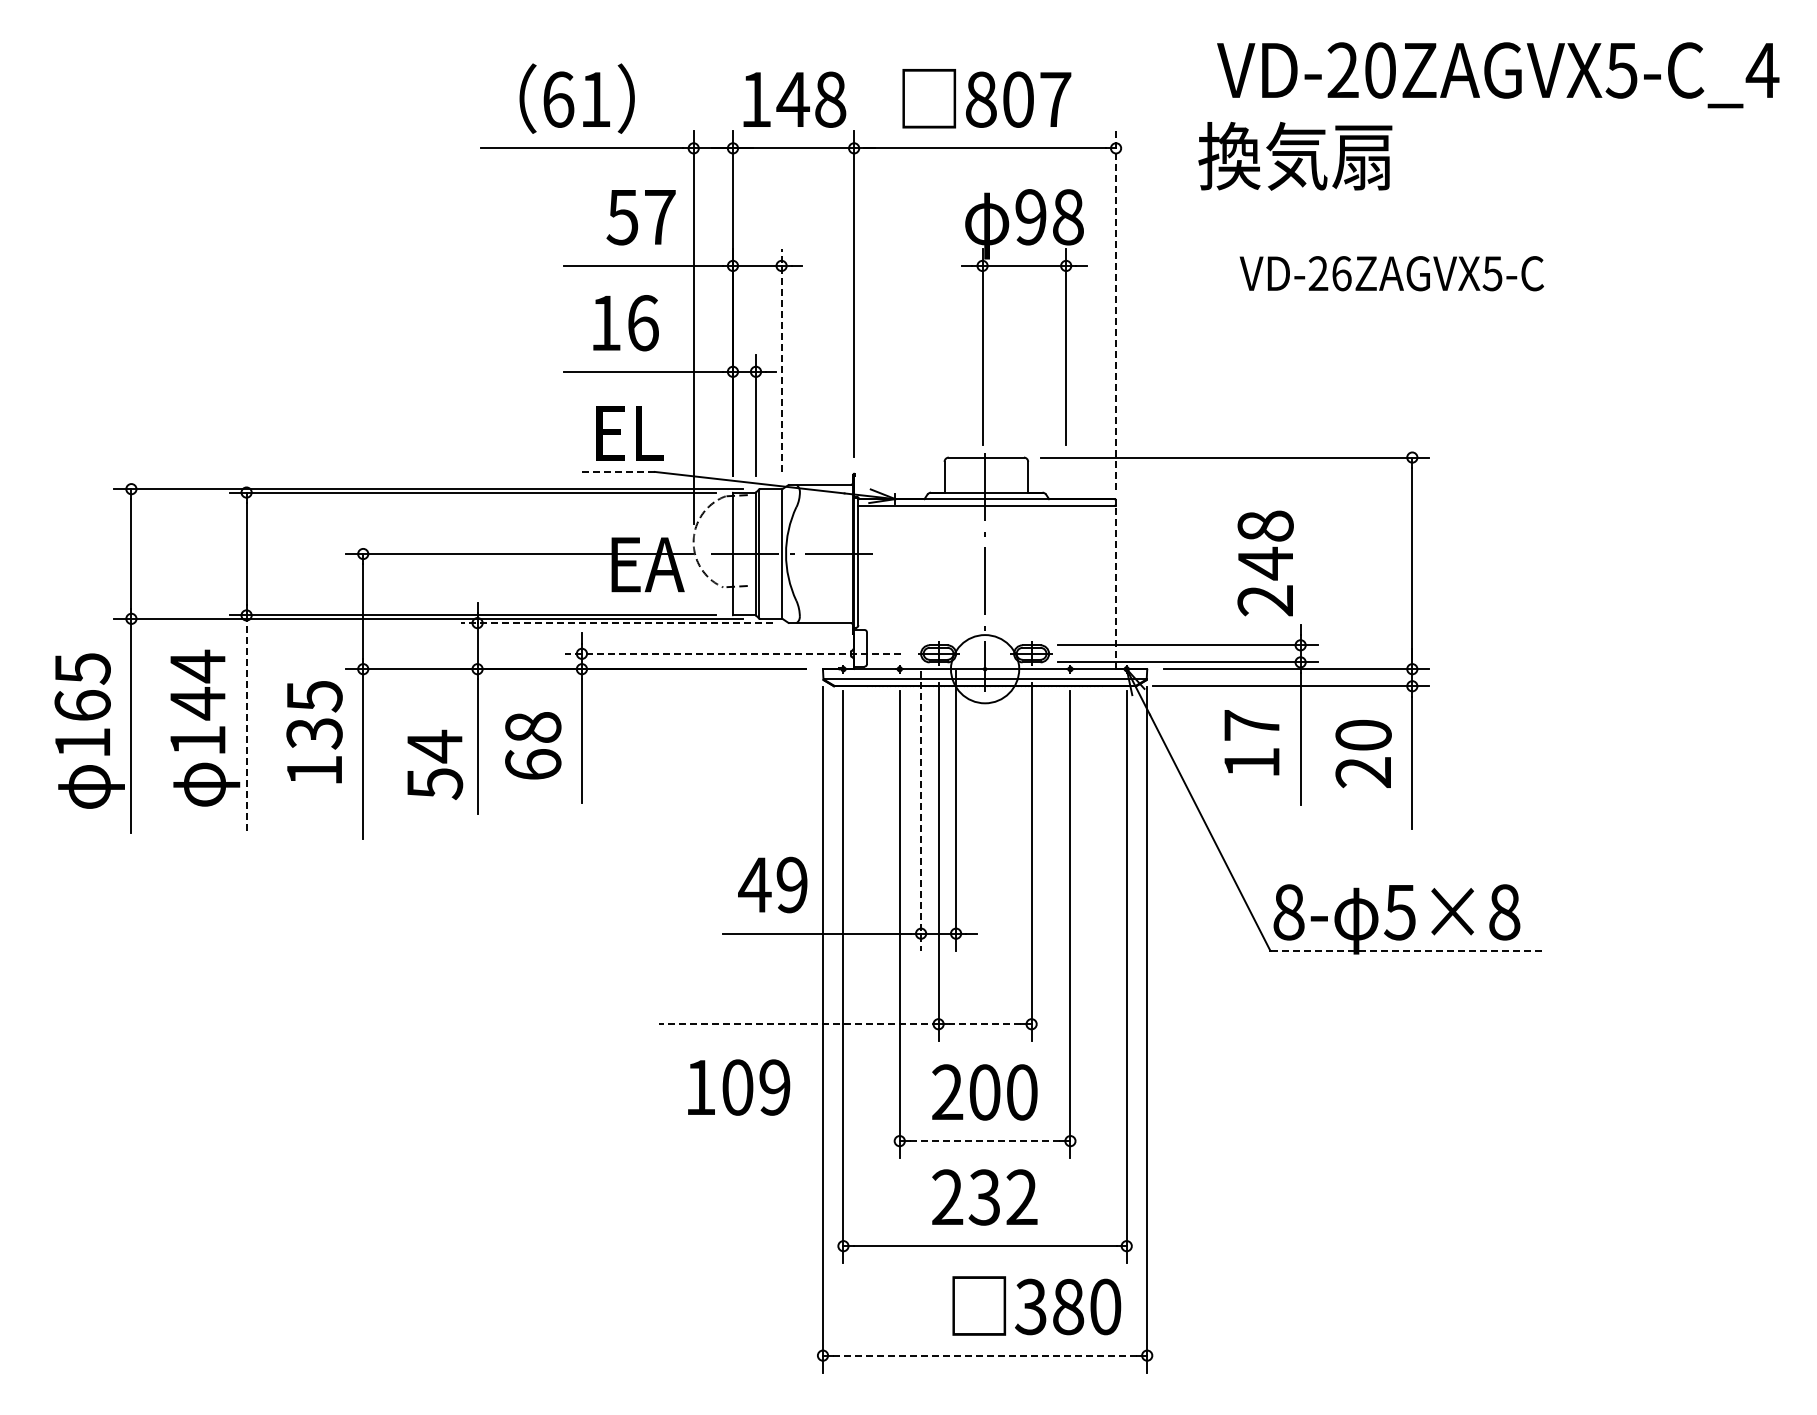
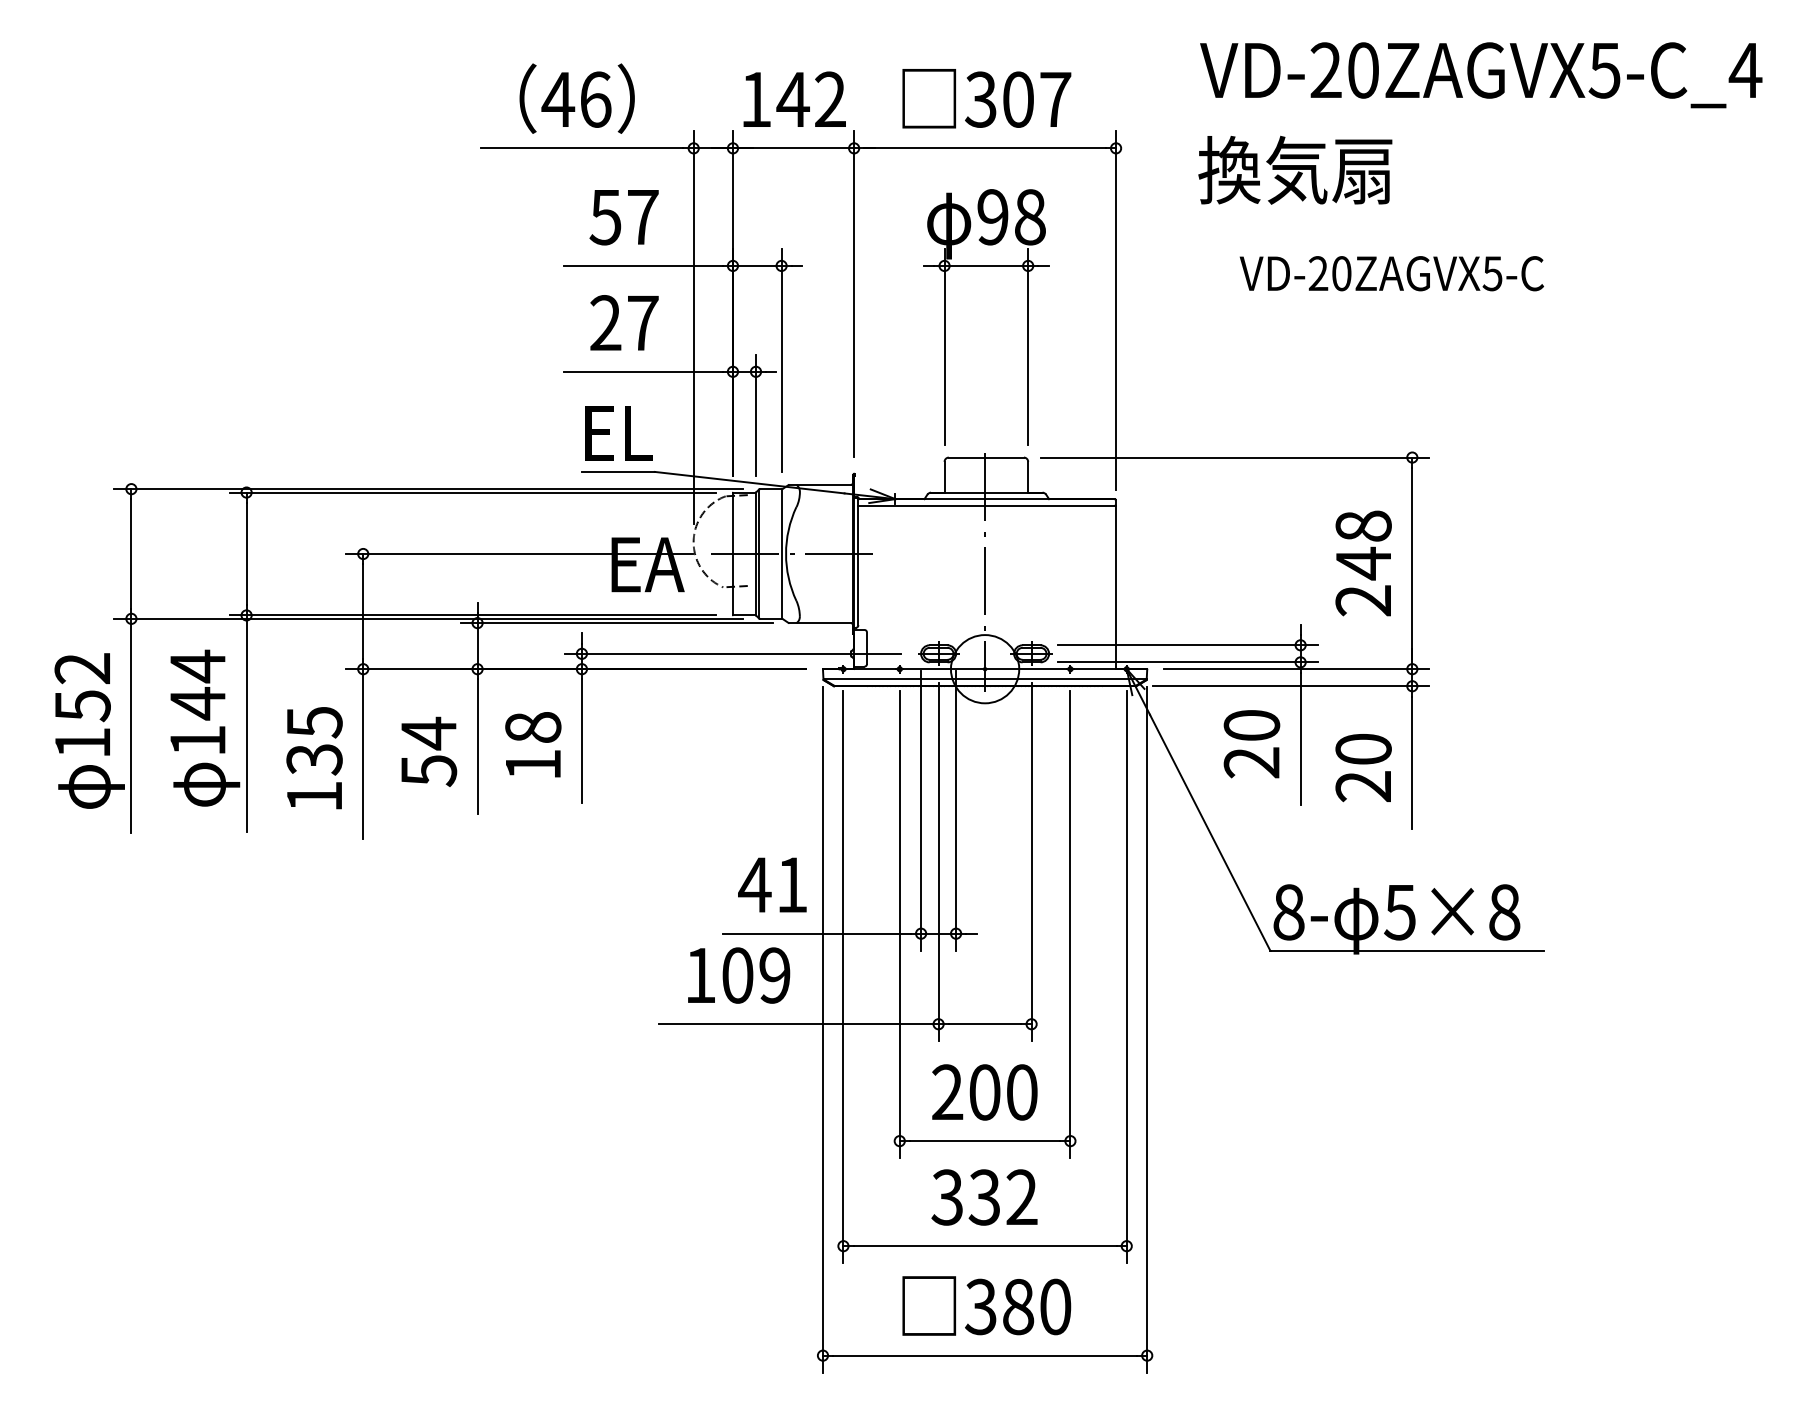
text at (1498, 75) position: (1498, 75) -> (1481, 75)
text at (576, 99): 61 -> 46
text at (830, 99): 148 -> 142
text at (980, 99): 807 -> 307
text at (1295, 155) position: (1295, 155) -> (1295, 169)
text at (640, 217) position: (640, 217) -> (623, 217)
text at (1341, 273): VD-26ZAGVX5-C -> VD-20ZAGVX5-C
line at (1116, 309): dashed -> solid
part at (983, 317) position: (983, 317) -> (945, 317)
text at (624, 323): 16 -> 27
line at (781, 360): dashed -> solid
text at (629, 433) position: (629, 433) -> (618, 433)
line at (617, 471): dashed -> solid
text at (1265, 563) position: (1265, 563) -> (1363, 563)
line at (1116, 587): dashed -> solid
line at (616, 623): dashed -> solid
line at (732, 653): dashed -> solid
text at (82, 687): 165 -> 152
line at (246, 724): dashed -> solid
text at (314, 732) position: (314, 732) -> (314, 758)
text at (1251, 744): 17 -> 20
text at (1363, 754) position: (1363, 754) -> (1363, 768)
text at (435, 764) position: (435, 764) -> (429, 751)
text at (533, 764): 68 -> 18
line at (921, 810): dashed -> solid
text at (791, 884): 49 -> 41
line at (1407, 950): dashed -> solid
line at (798, 1024): dashed -> solid
line at (984, 1024): dashed -> solid
text at (739, 1087) position: (739, 1087) -> (739, 975)
line at (984, 1141): dashed -> solid
text at (947, 1197): 232 -> 332
text at (1036, 1305) position: (1036, 1305) -> (986, 1305)
line at (985, 1355): dashed -> solid
